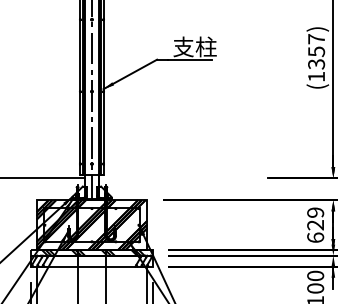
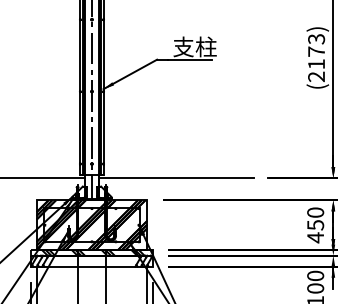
text at (316, 58): (1357) -> (2173)
line at (175, 178): none -> present
text at (315, 225): 629 -> 450
